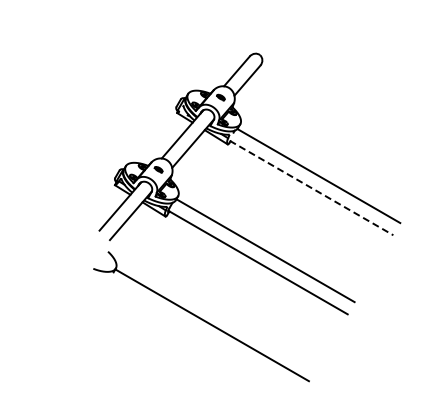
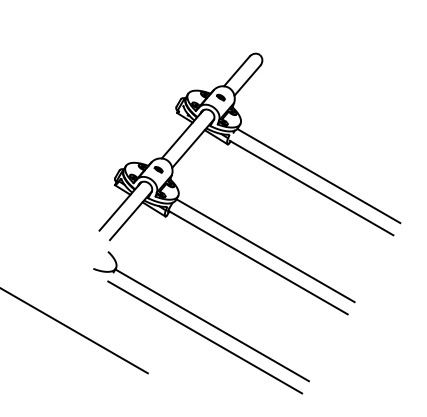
line at (312, 188): dashed -> solid
line at (74, 331): none -> present
line at (205, 337): none -> present
